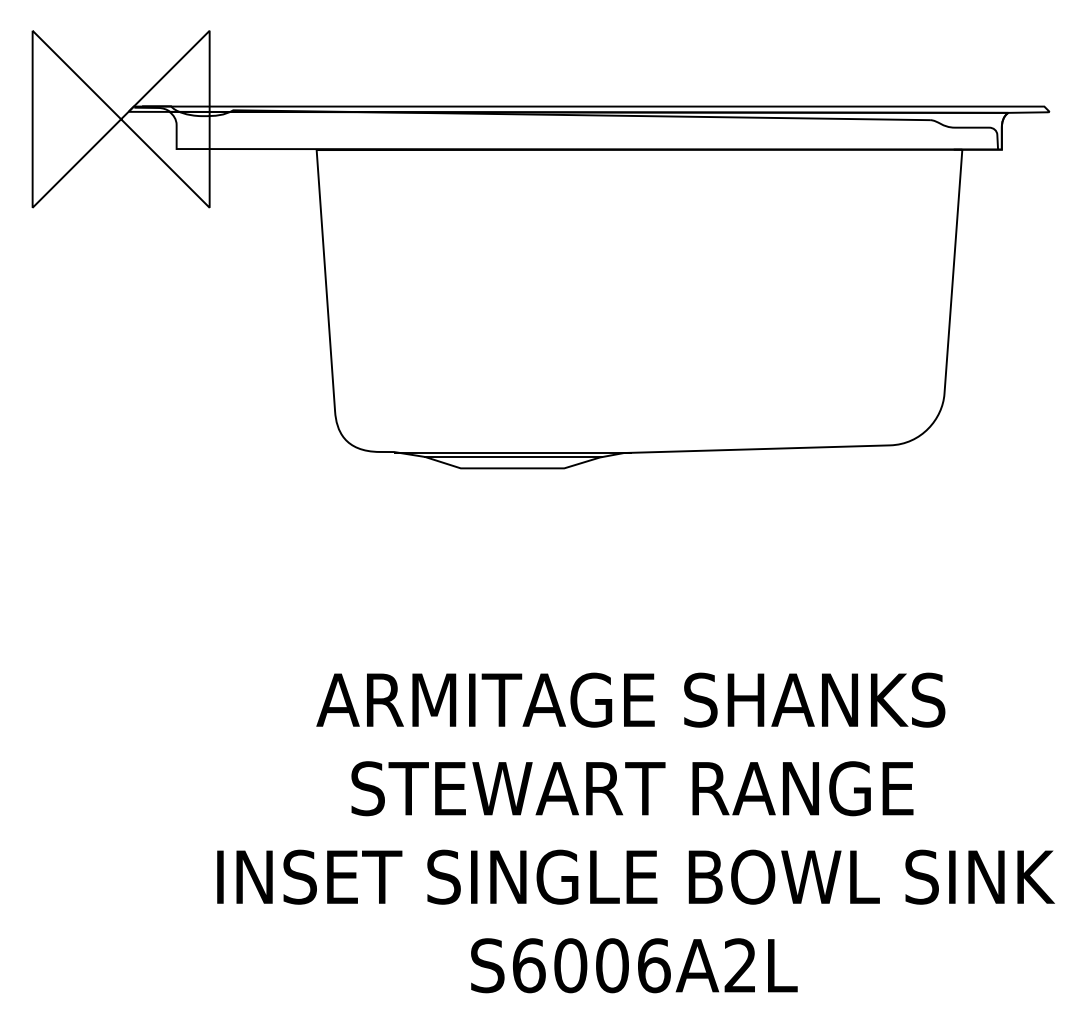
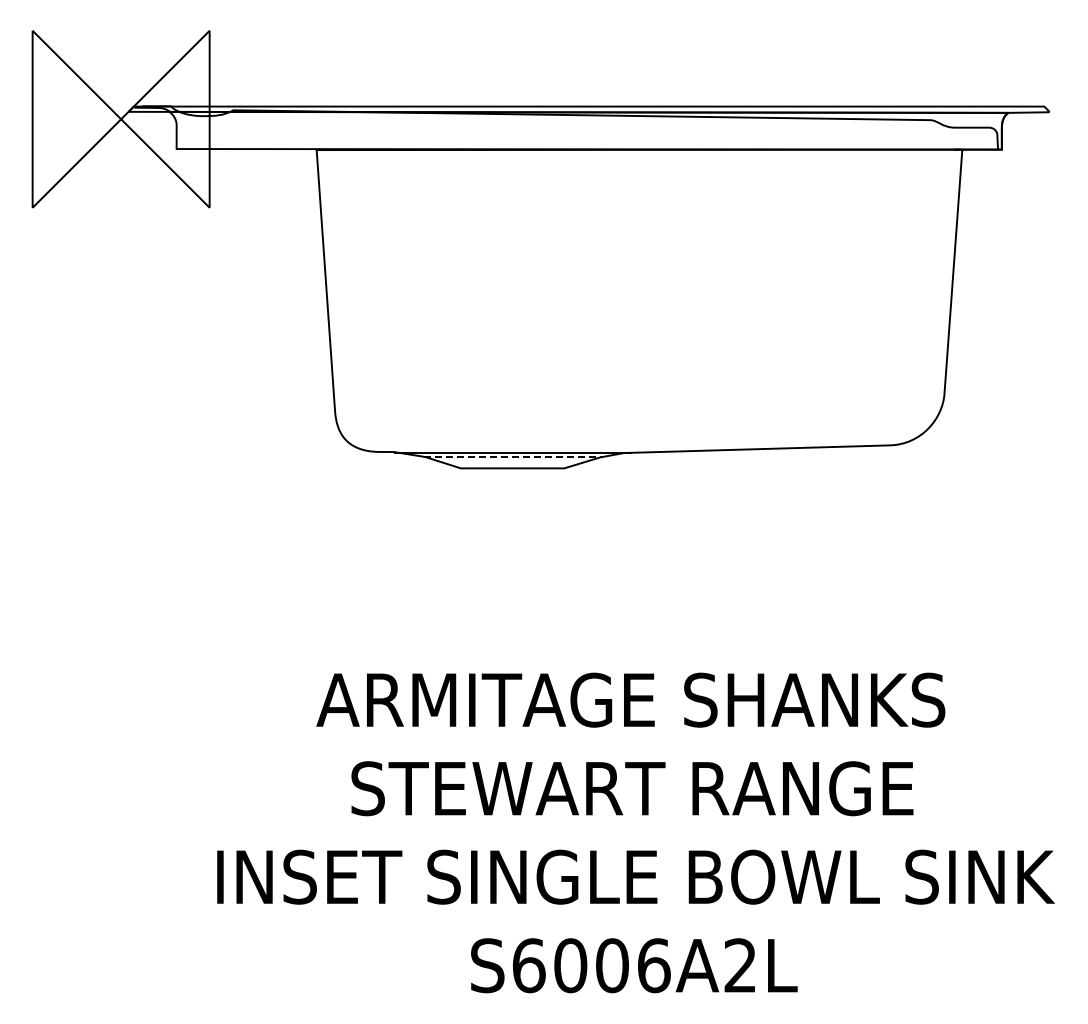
line at (513, 457): solid -> dashed
